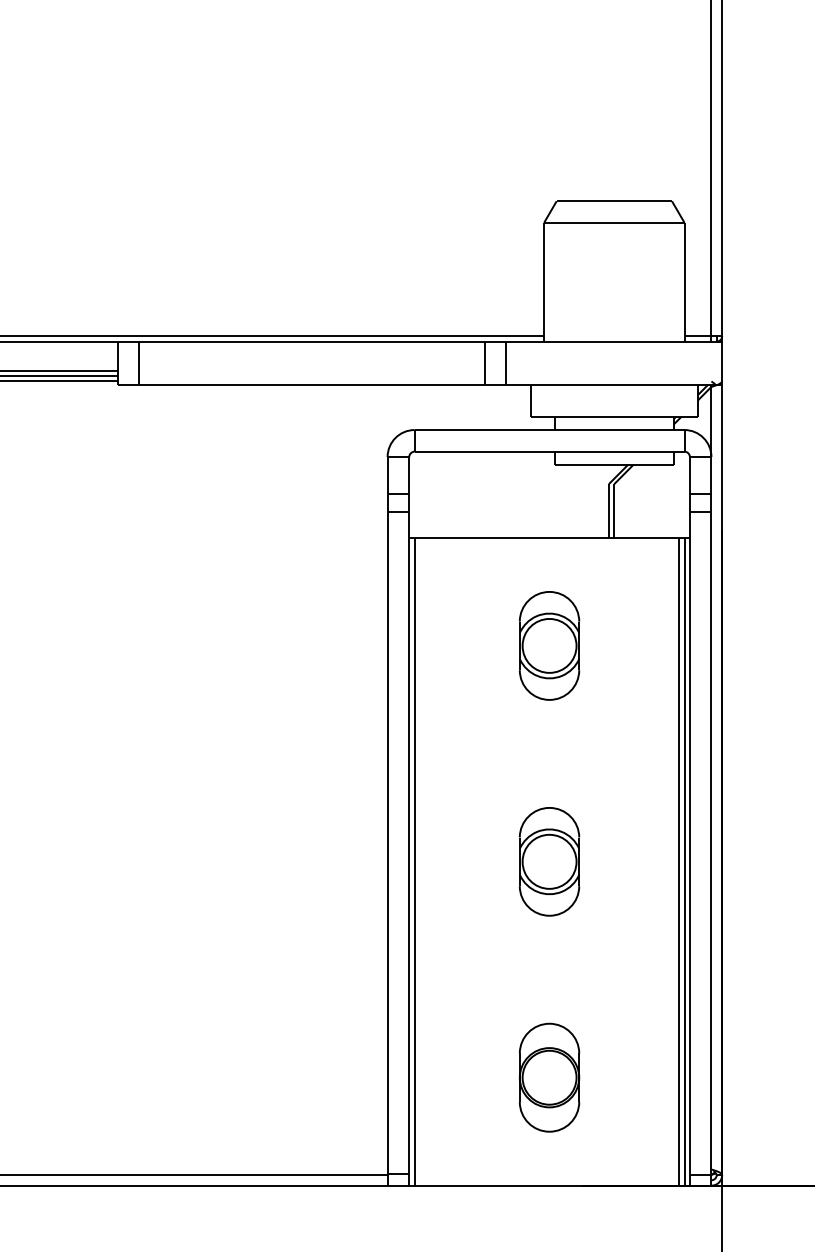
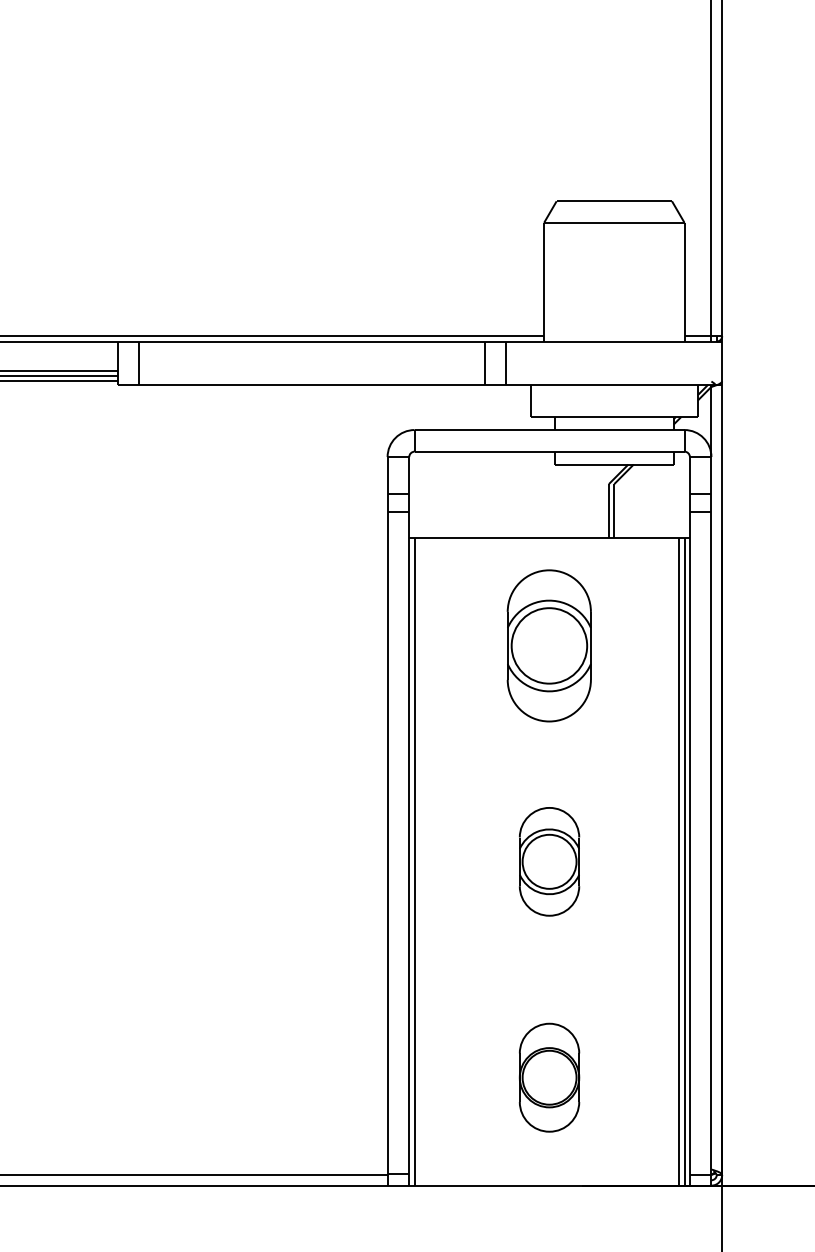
part at (549, 645) size: 62x110 px -> 86x154 px
